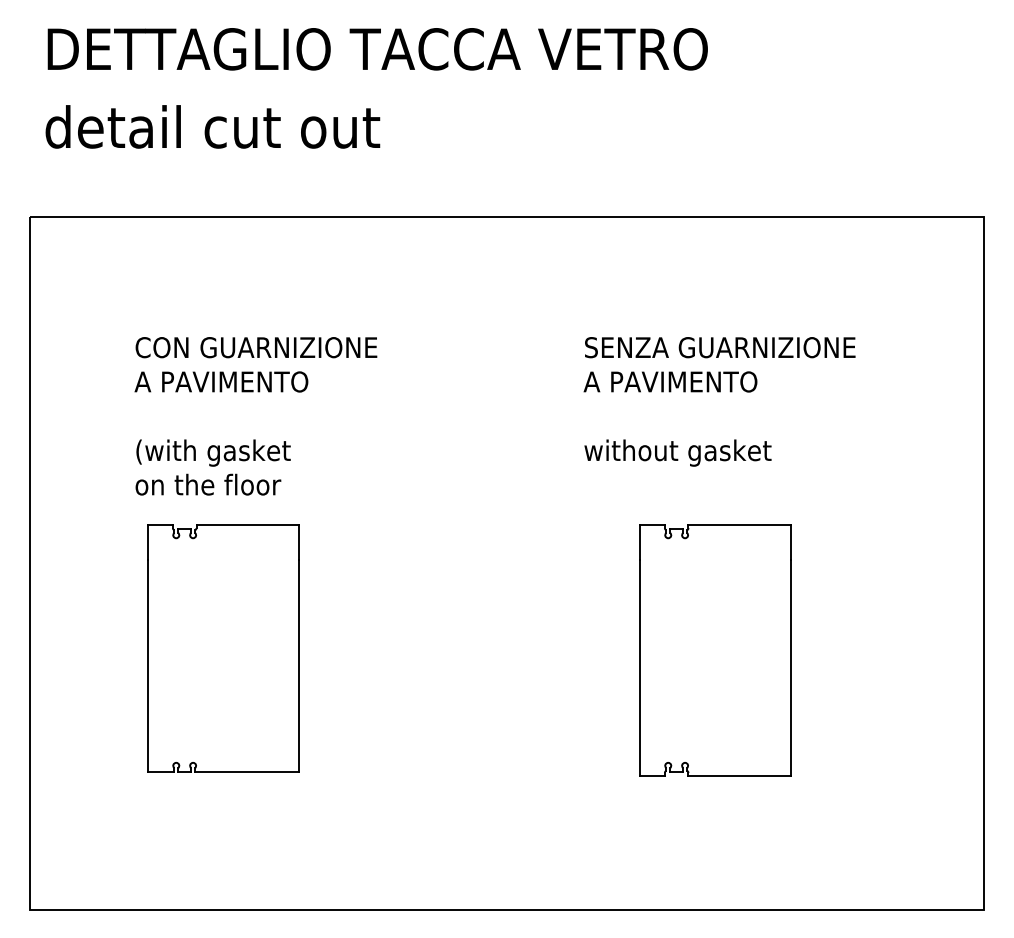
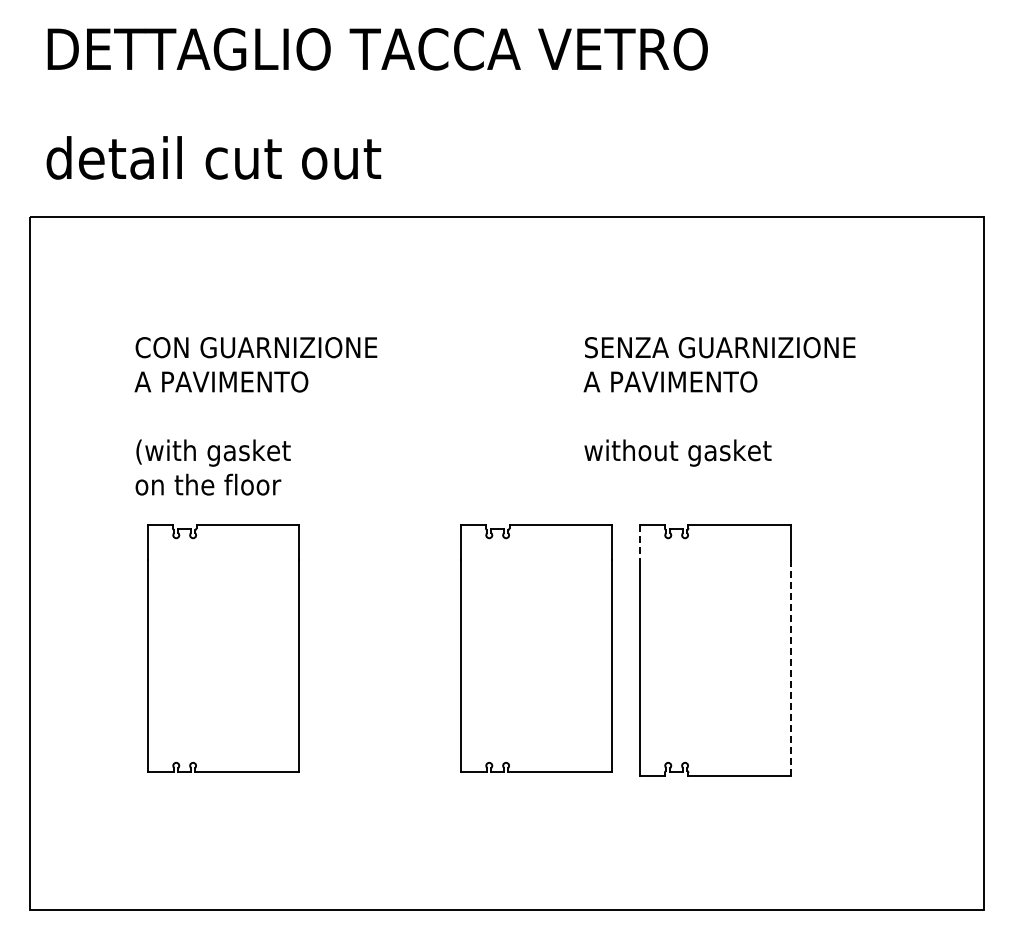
text at (212, 126) position: (212, 126) -> (213, 157)
line at (639, 543): solid -> dashed
part at (536, 648): none -> present
line at (790, 668): solid -> dashed
